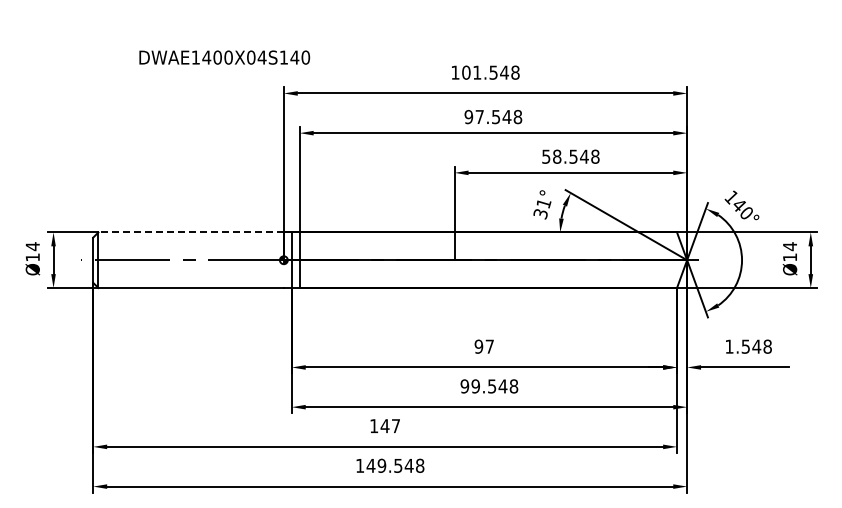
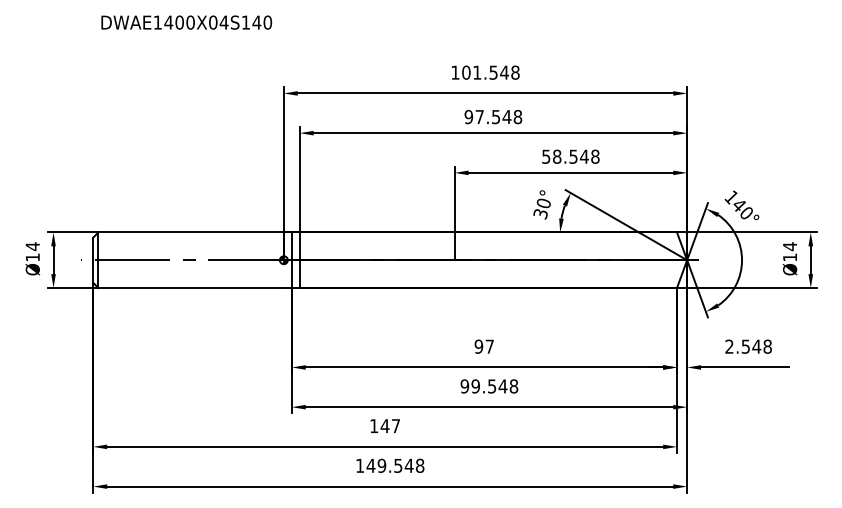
text at (224, 57) position: (224, 57) -> (186, 22)
text at (543, 203): 31° -> 30°
line at (191, 232): dashed -> solid
text at (729, 346): 1.548 -> 2.548
